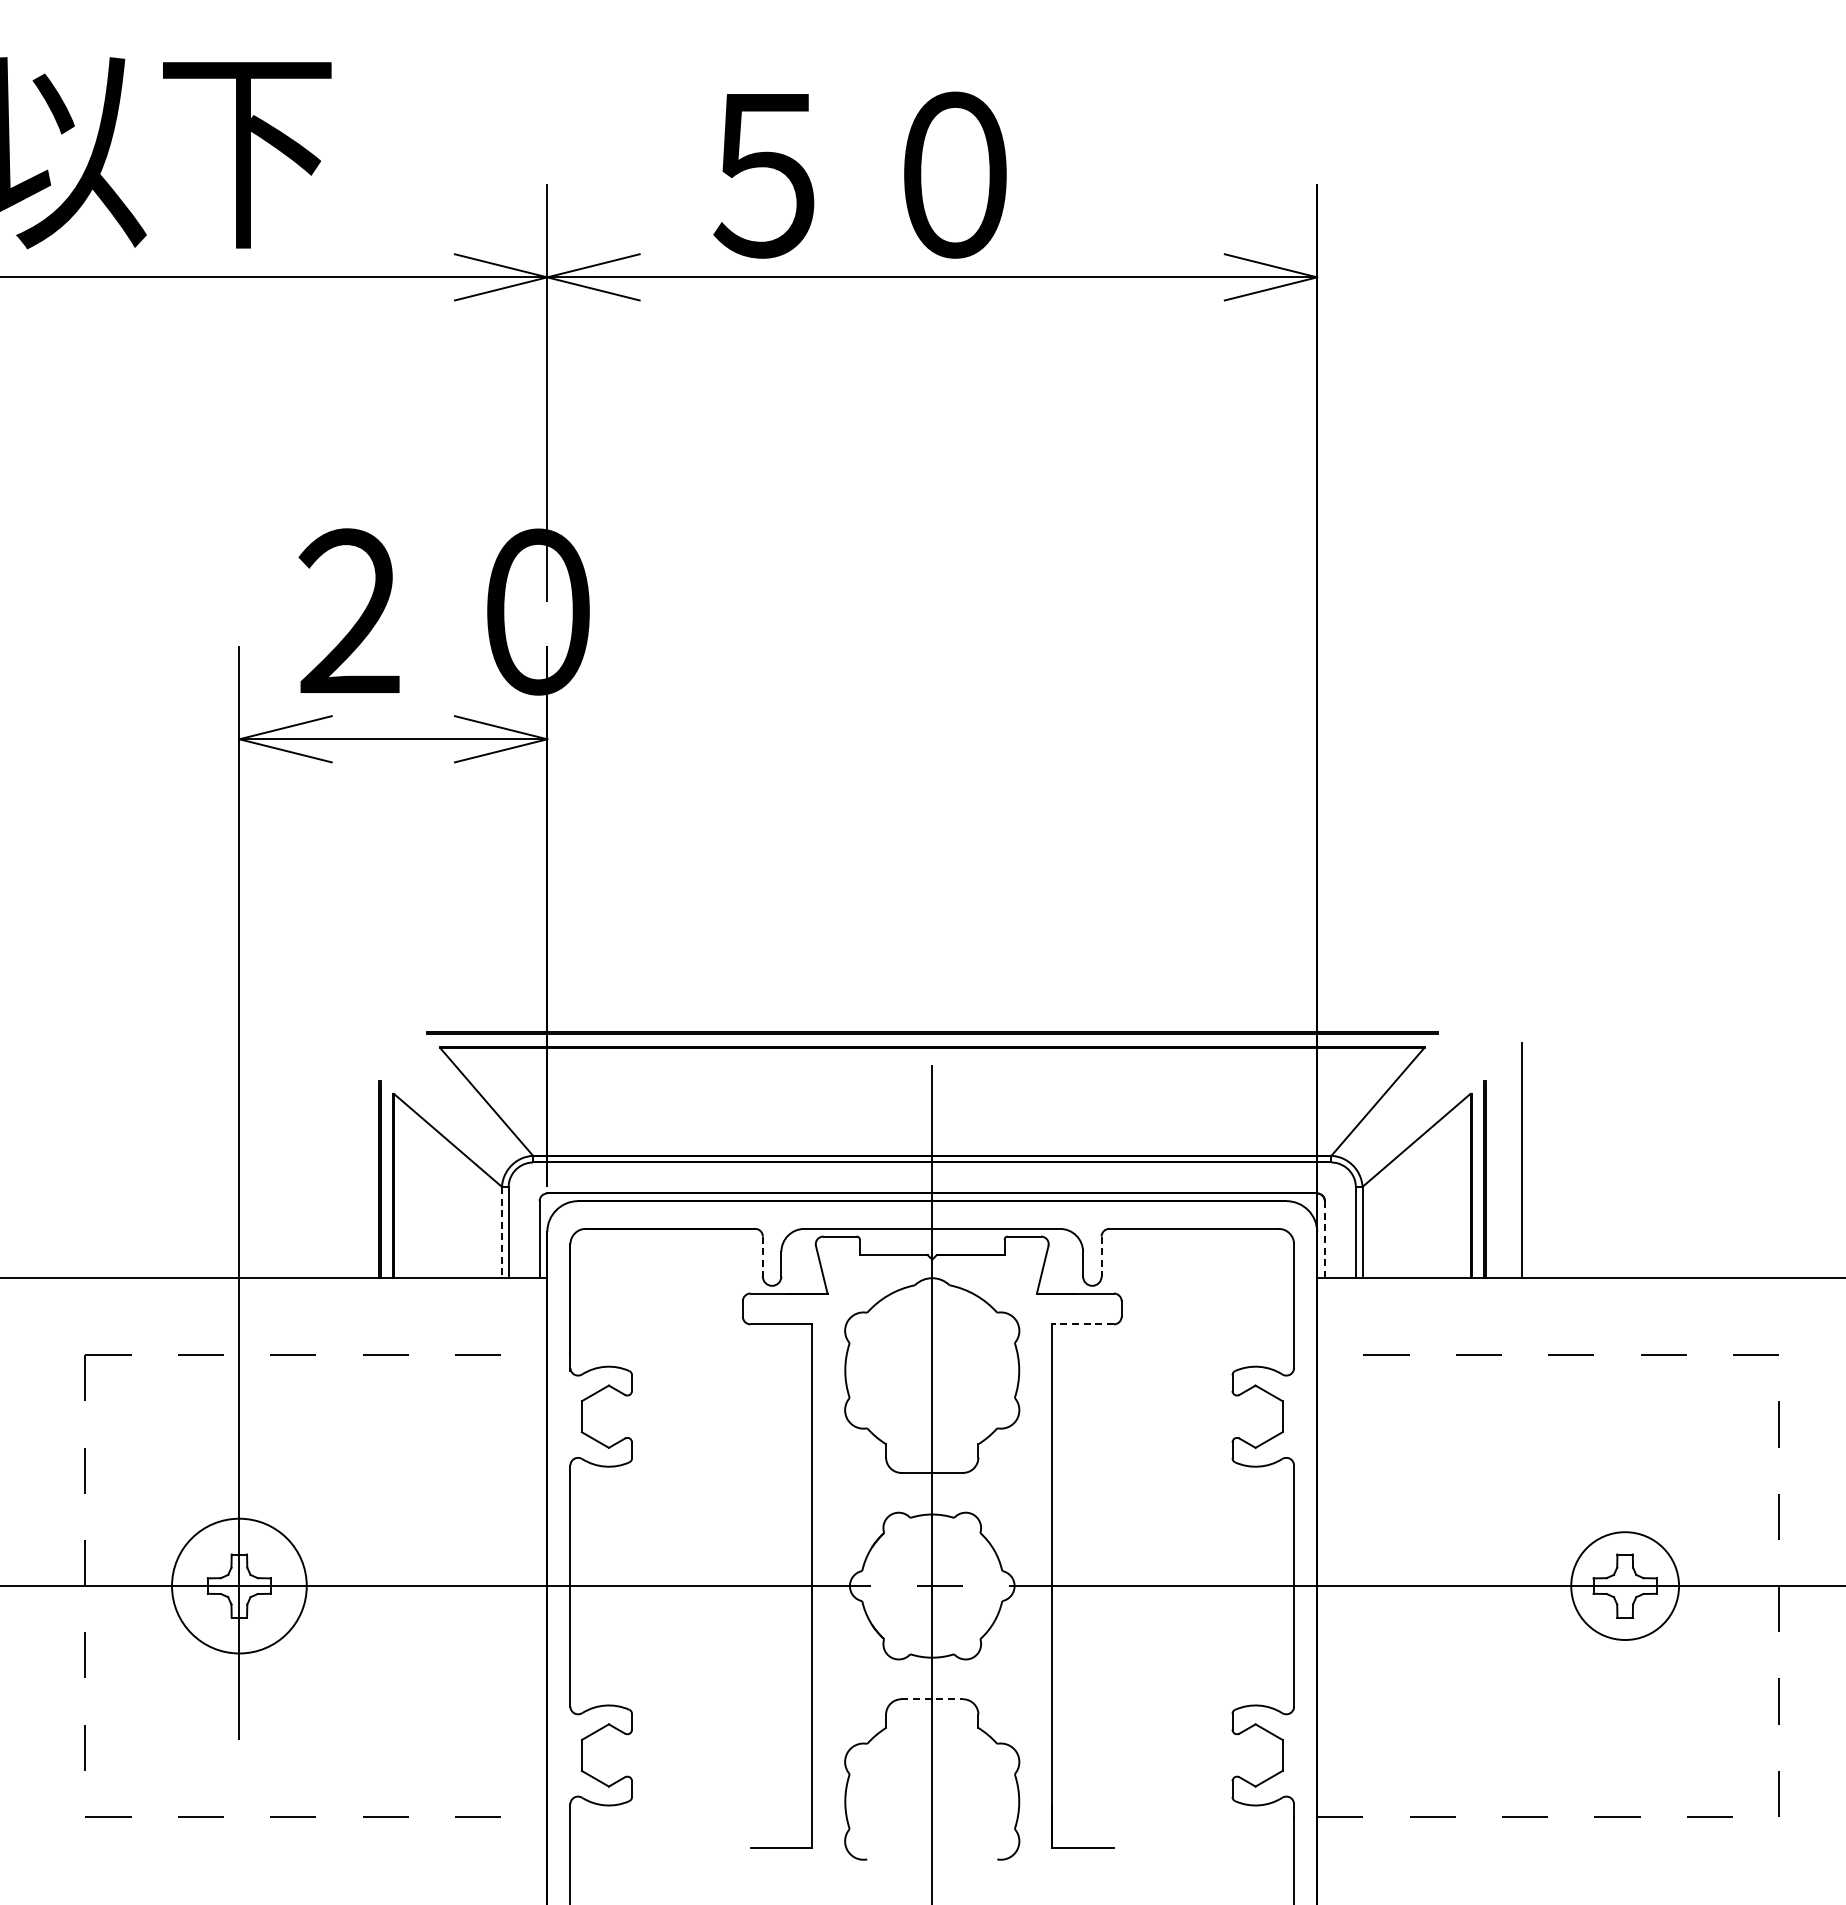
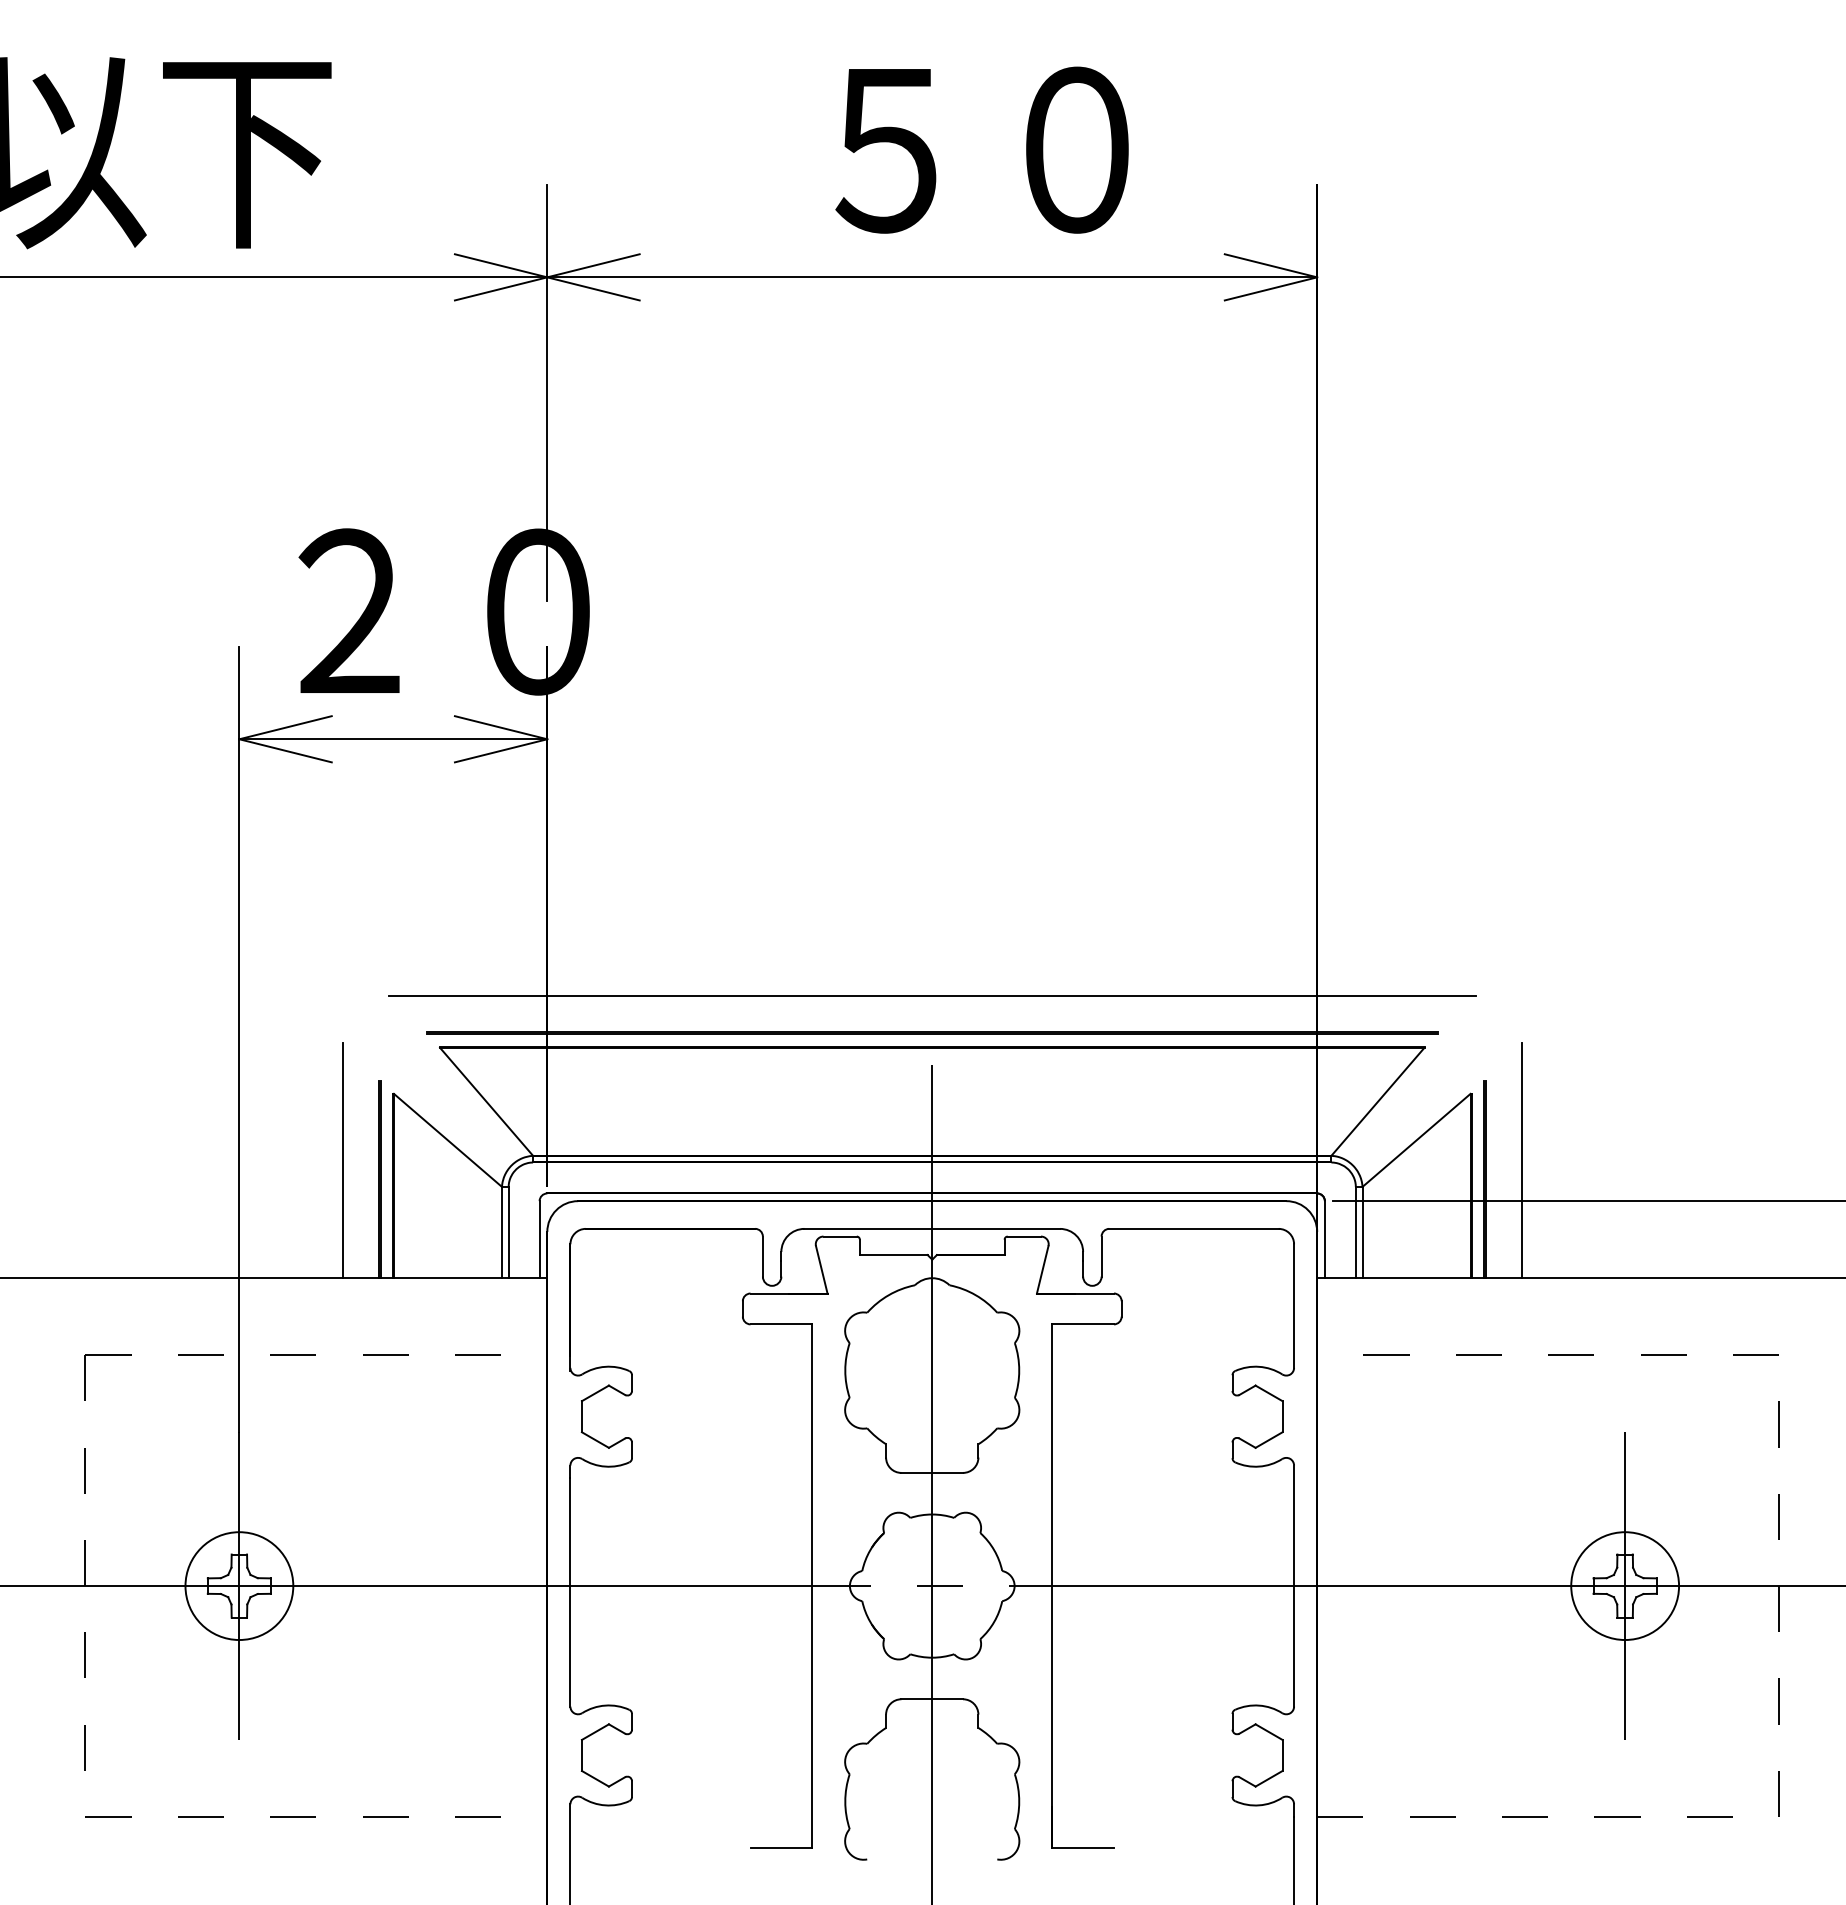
text at (859, 174) position: (859, 174) -> (981, 149)
line at (931, 996): none -> present
line at (342, 1160): none -> present
line at (1587, 1201): none -> present
line at (501, 1232): dashed -> solid
line at (1324, 1240): dashed -> solid
line at (762, 1257): dashed -> solid
line at (1101, 1257): dashed -> solid
line at (1083, 1324): dashed -> solid
circle at (239, 1585) diameter: 135 px -> 108 px
line at (1625, 1586): none -> present
line at (932, 1699): dashed -> solid
